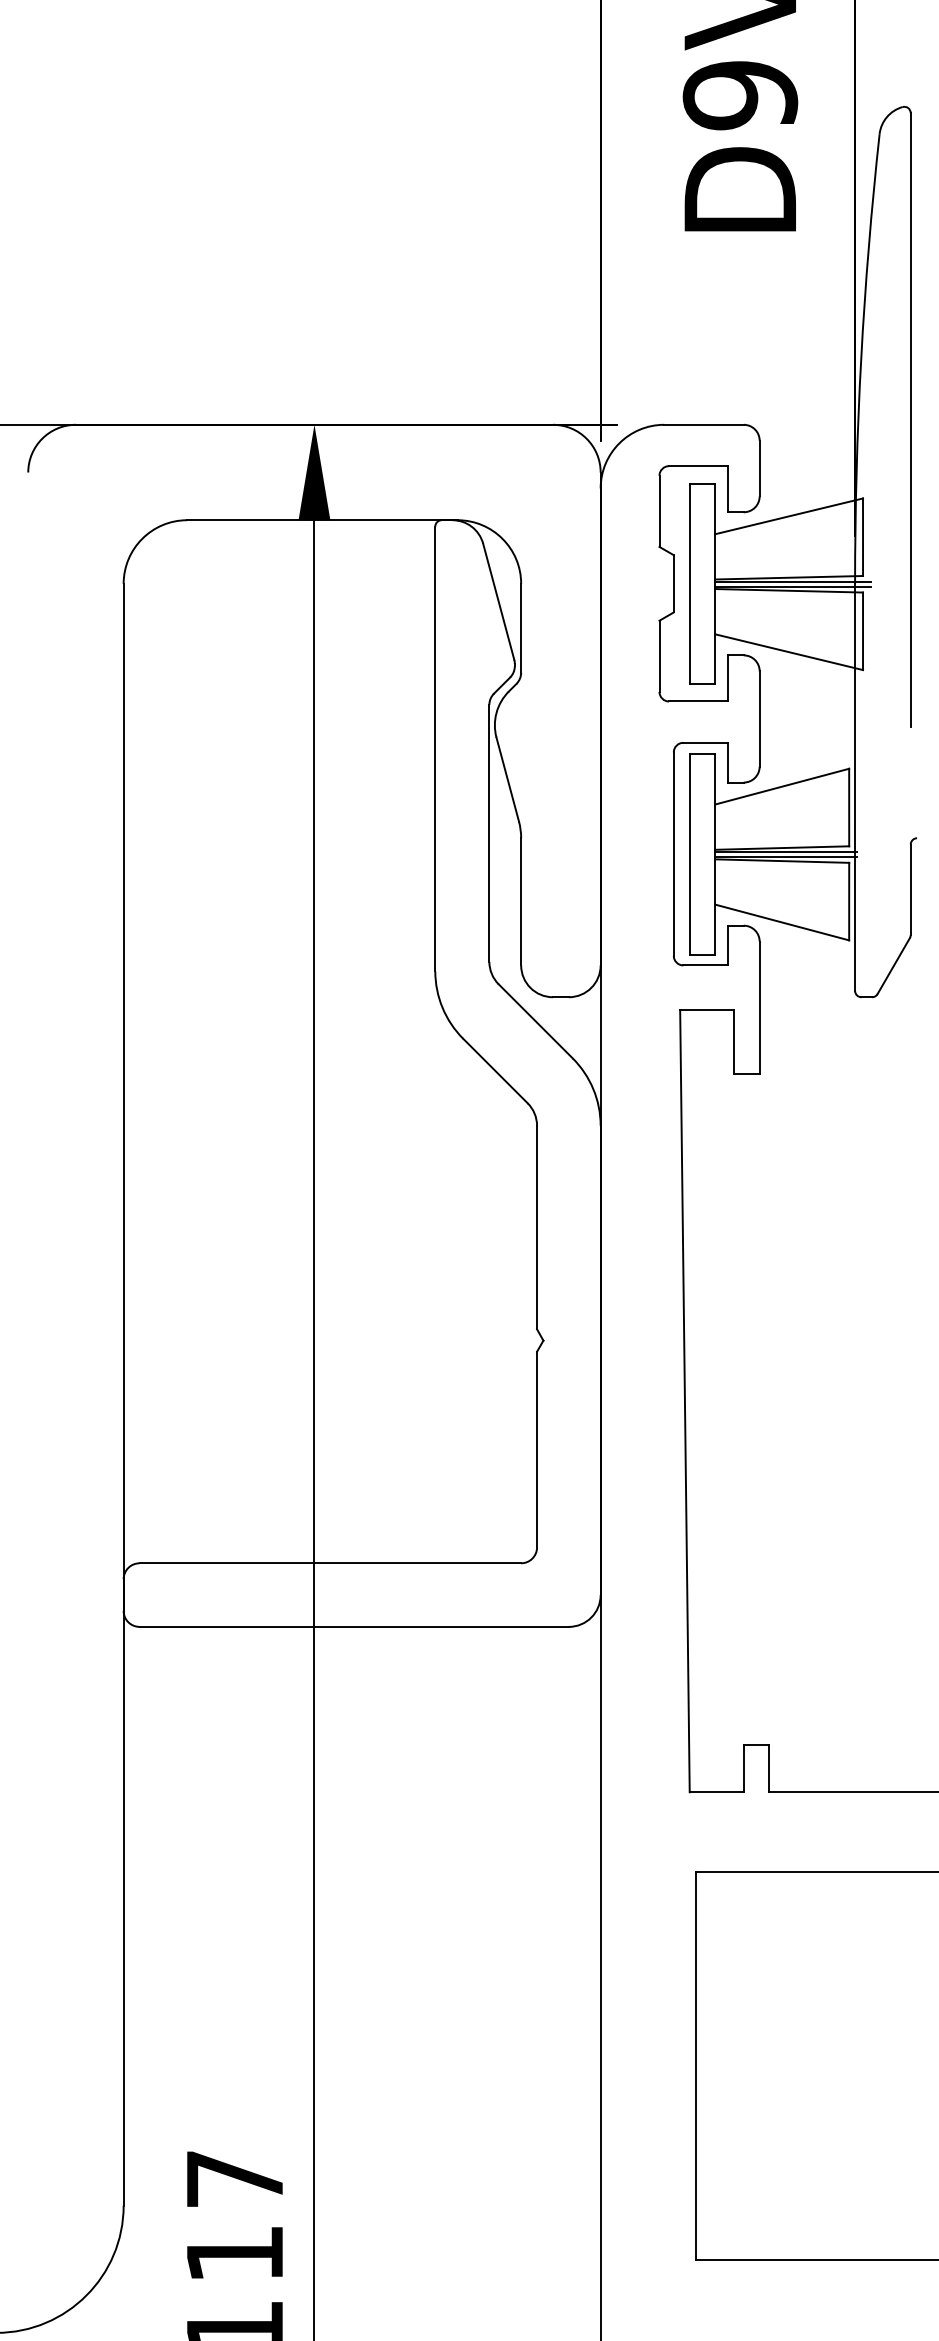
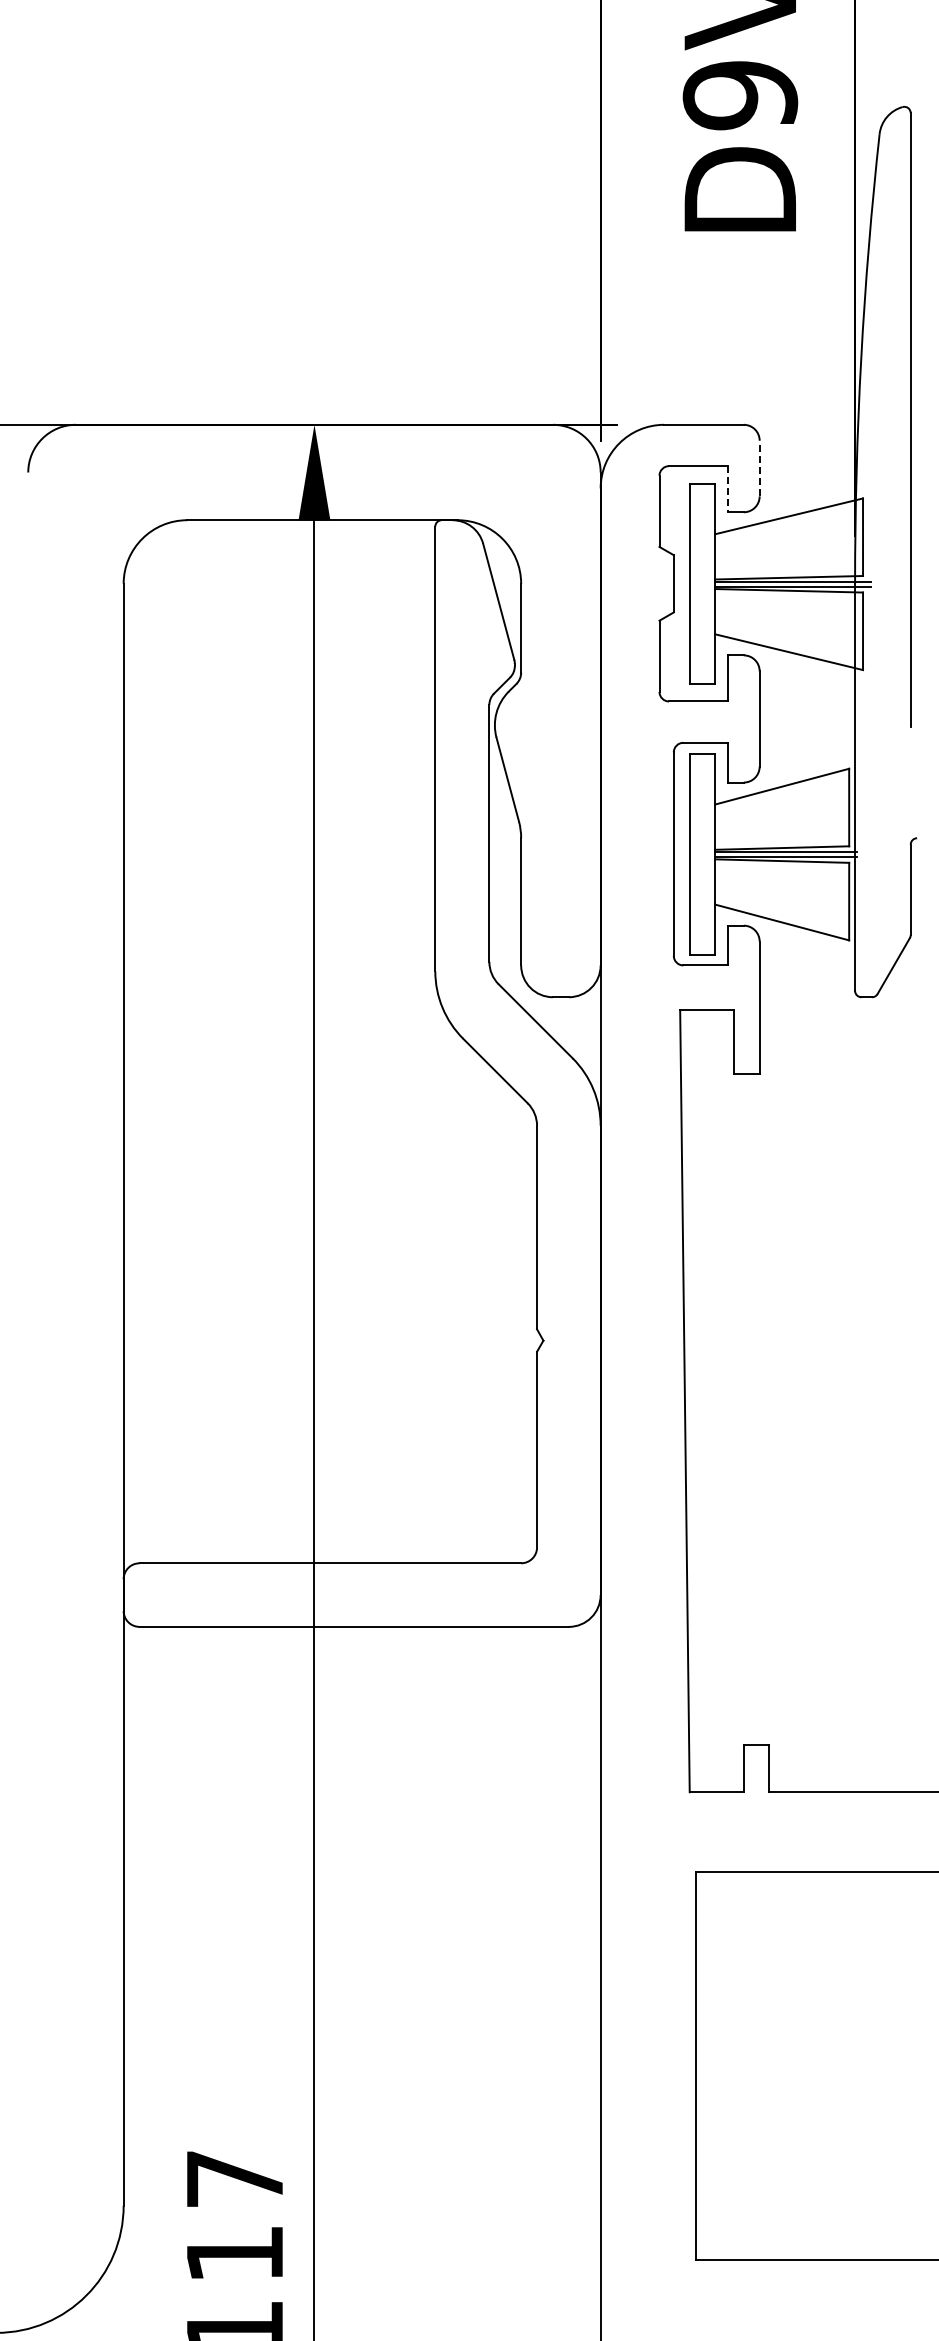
line at (759, 468): solid -> dashed
line at (727, 489): solid -> dashed
